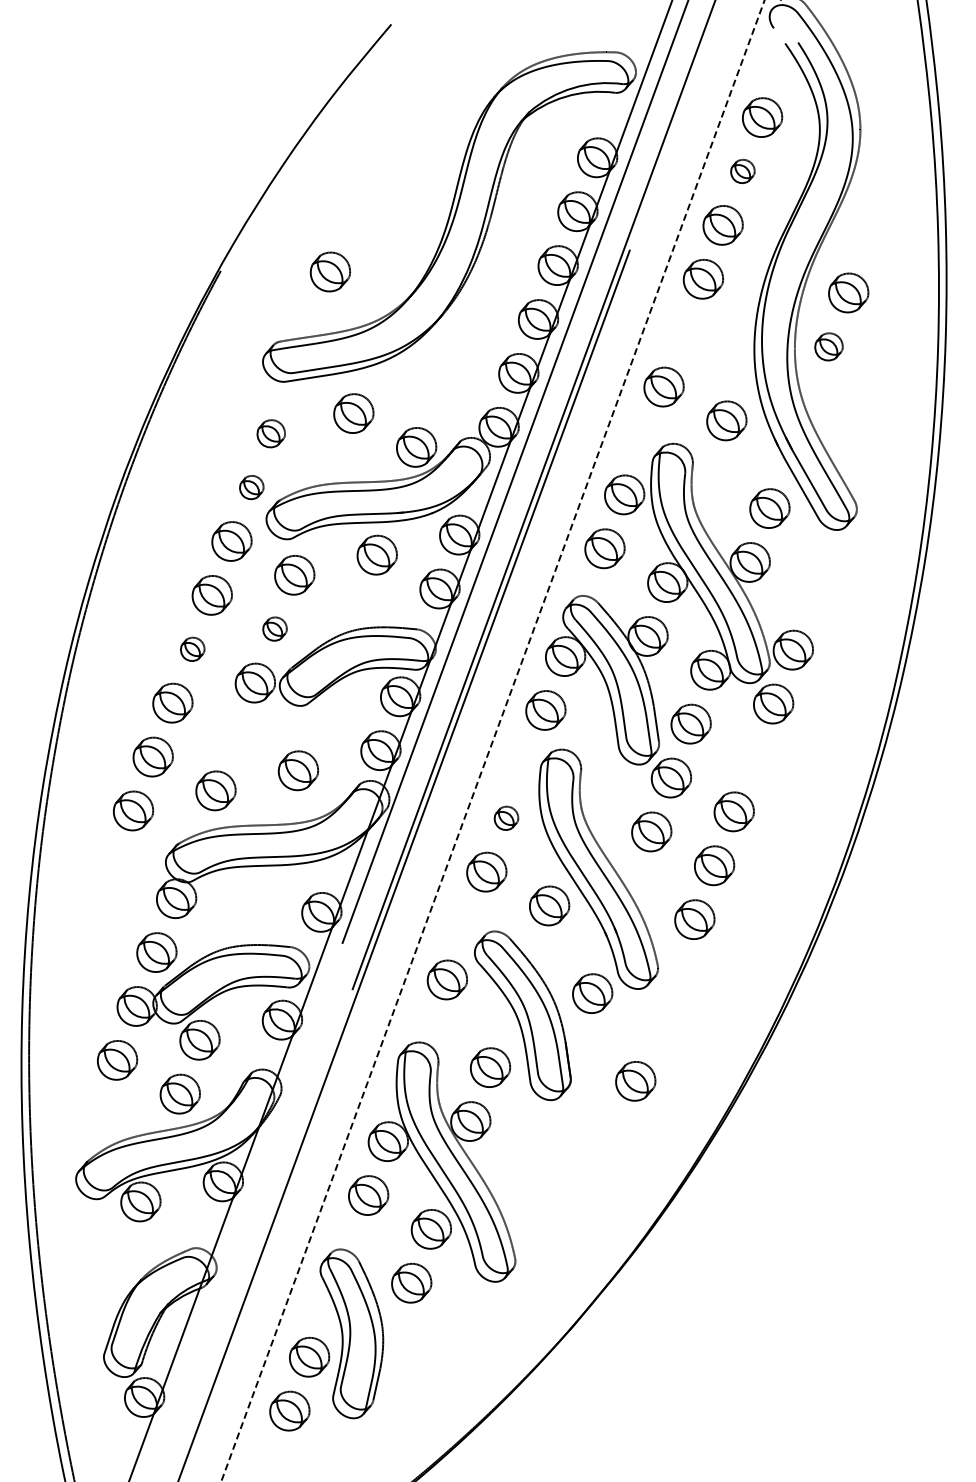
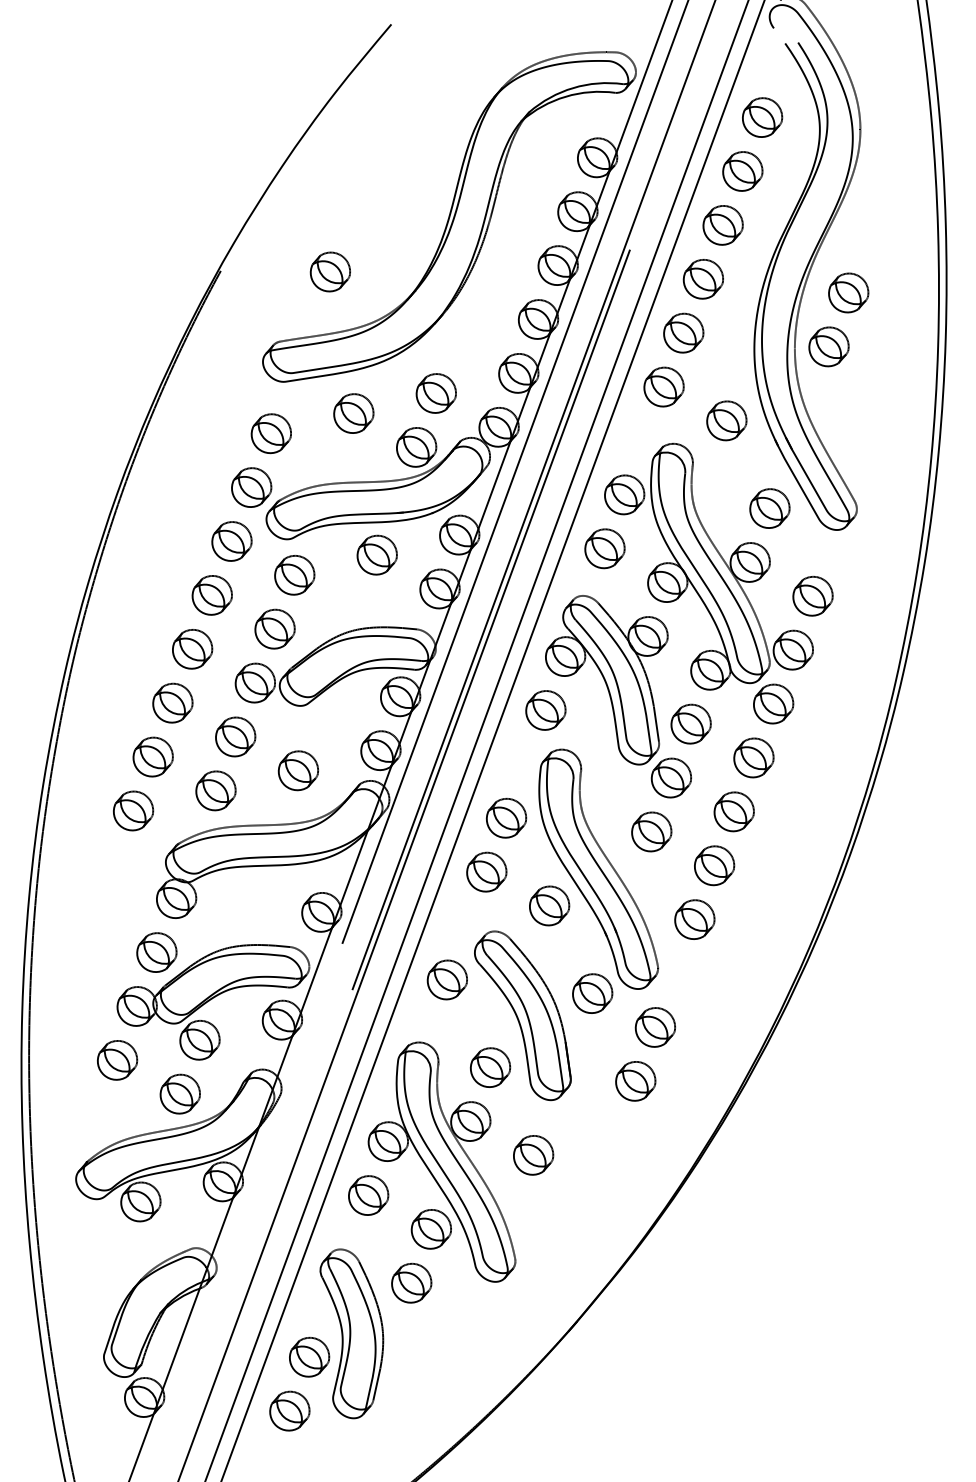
part at (742, 171) size: 26x25 px -> 42x41 px
part at (683, 332): none -> present
part at (828, 346) size: 30x30 px -> 42x42 px
part at (435, 393): none -> present
part at (270, 433) size: 30x30 px -> 42x42 px
part at (251, 487) size: 26x26 px -> 42x41 px
part at (812, 596): none -> present
part at (274, 628) size: 26x26 px -> 42x42 px
part at (192, 648) size: 26x26 px -> 42x41 px
part at (235, 736): none -> present
line at (476, 740): none -> present
line at (492, 740): dashed -> solid
part at (753, 757): none -> present
part at (506, 817) size: 27x26 px -> 43x41 px
part at (654, 1027): none -> present
part at (533, 1155): none -> present
